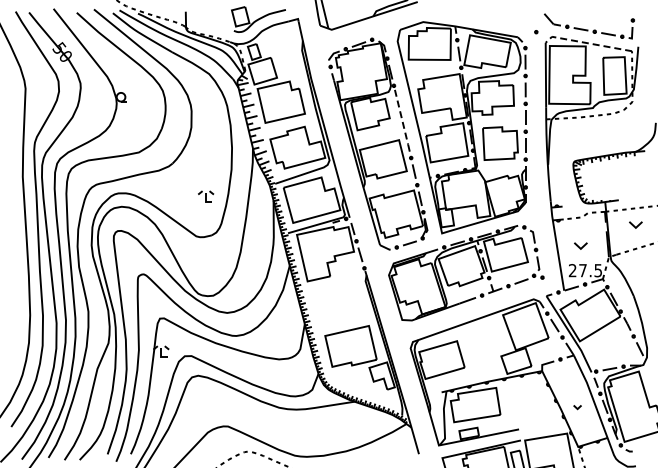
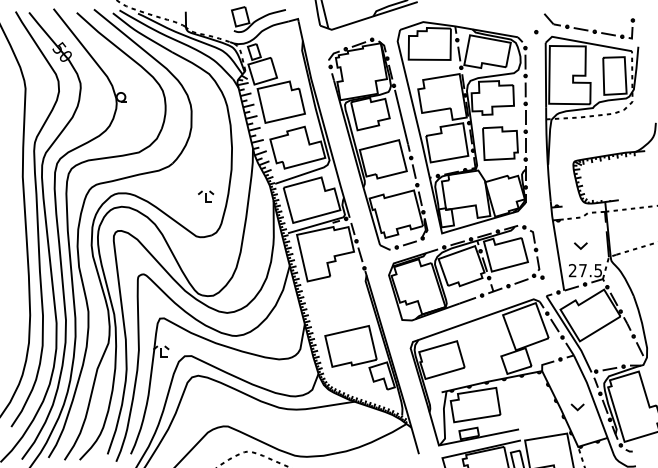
line at (587, 43): dashed -> solid
line at (401, 117): dashed -> solid
part at (635, 224): present -> none
part at (577, 407) size: 9x6 px -> 15x9 px
